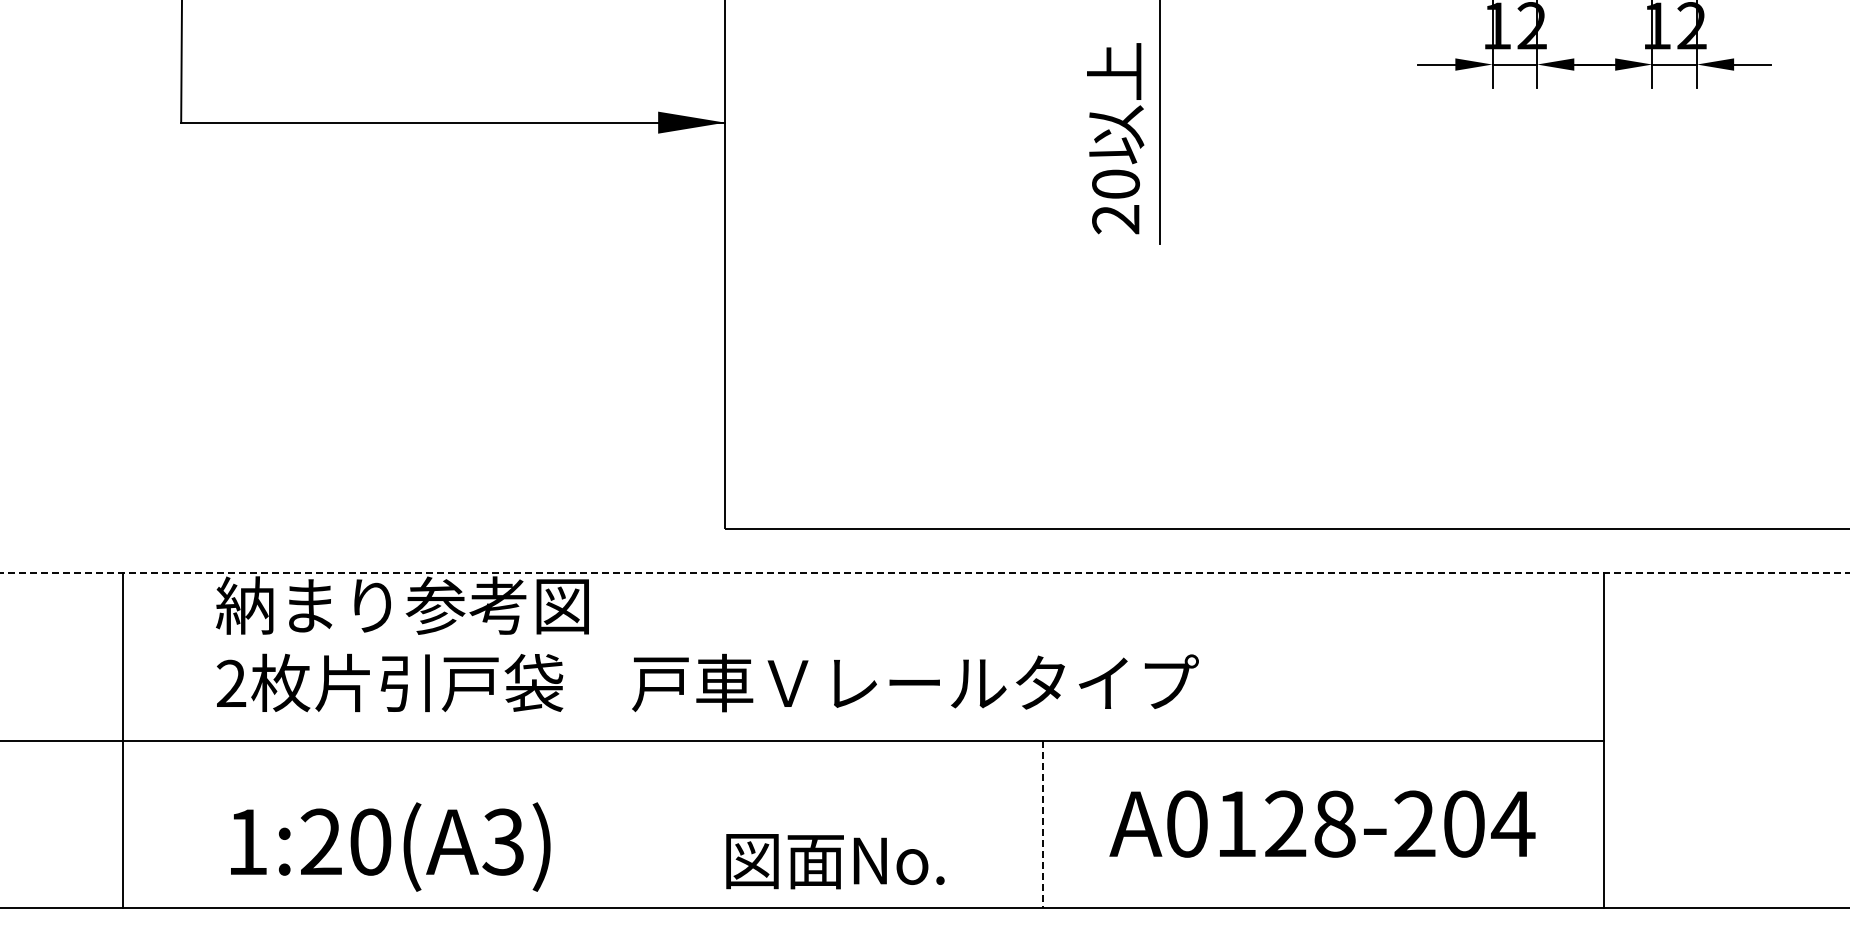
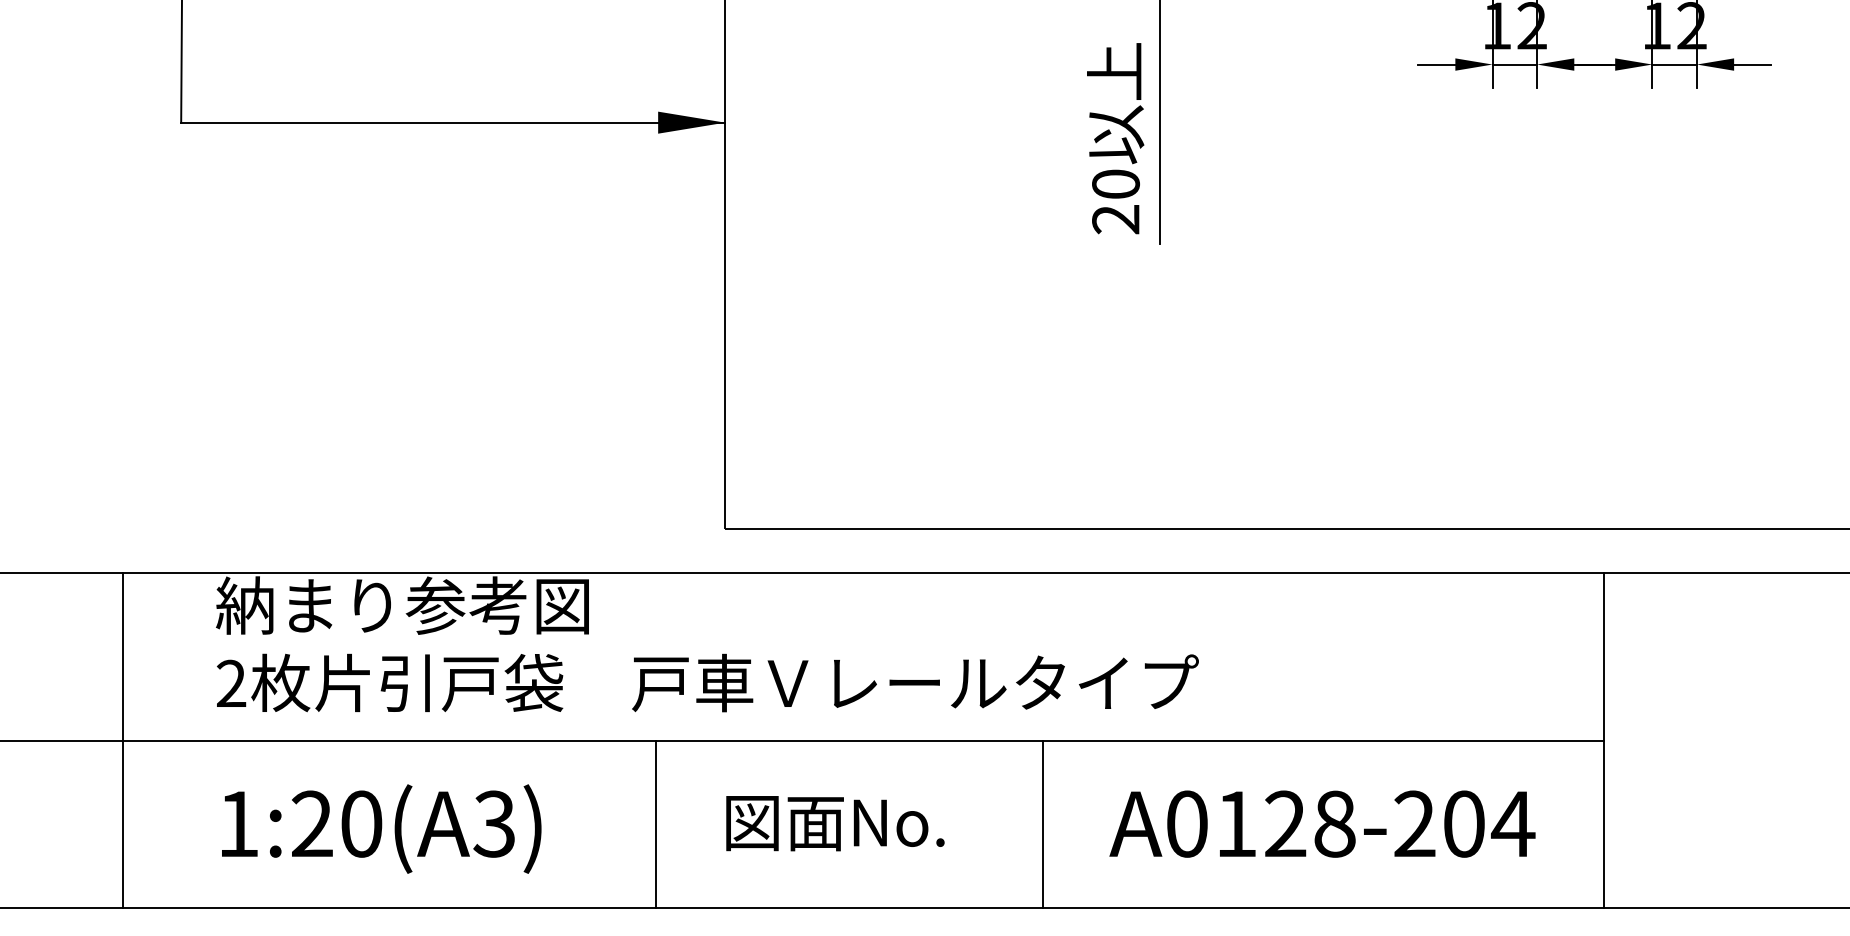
line at (925, 573): dashed -> solid
line at (655, 823): none -> present
line at (1042, 824): dashed -> solid
text at (390, 846) position: (390, 846) -> (381, 828)
text at (835, 861) position: (835, 861) -> (835, 823)
